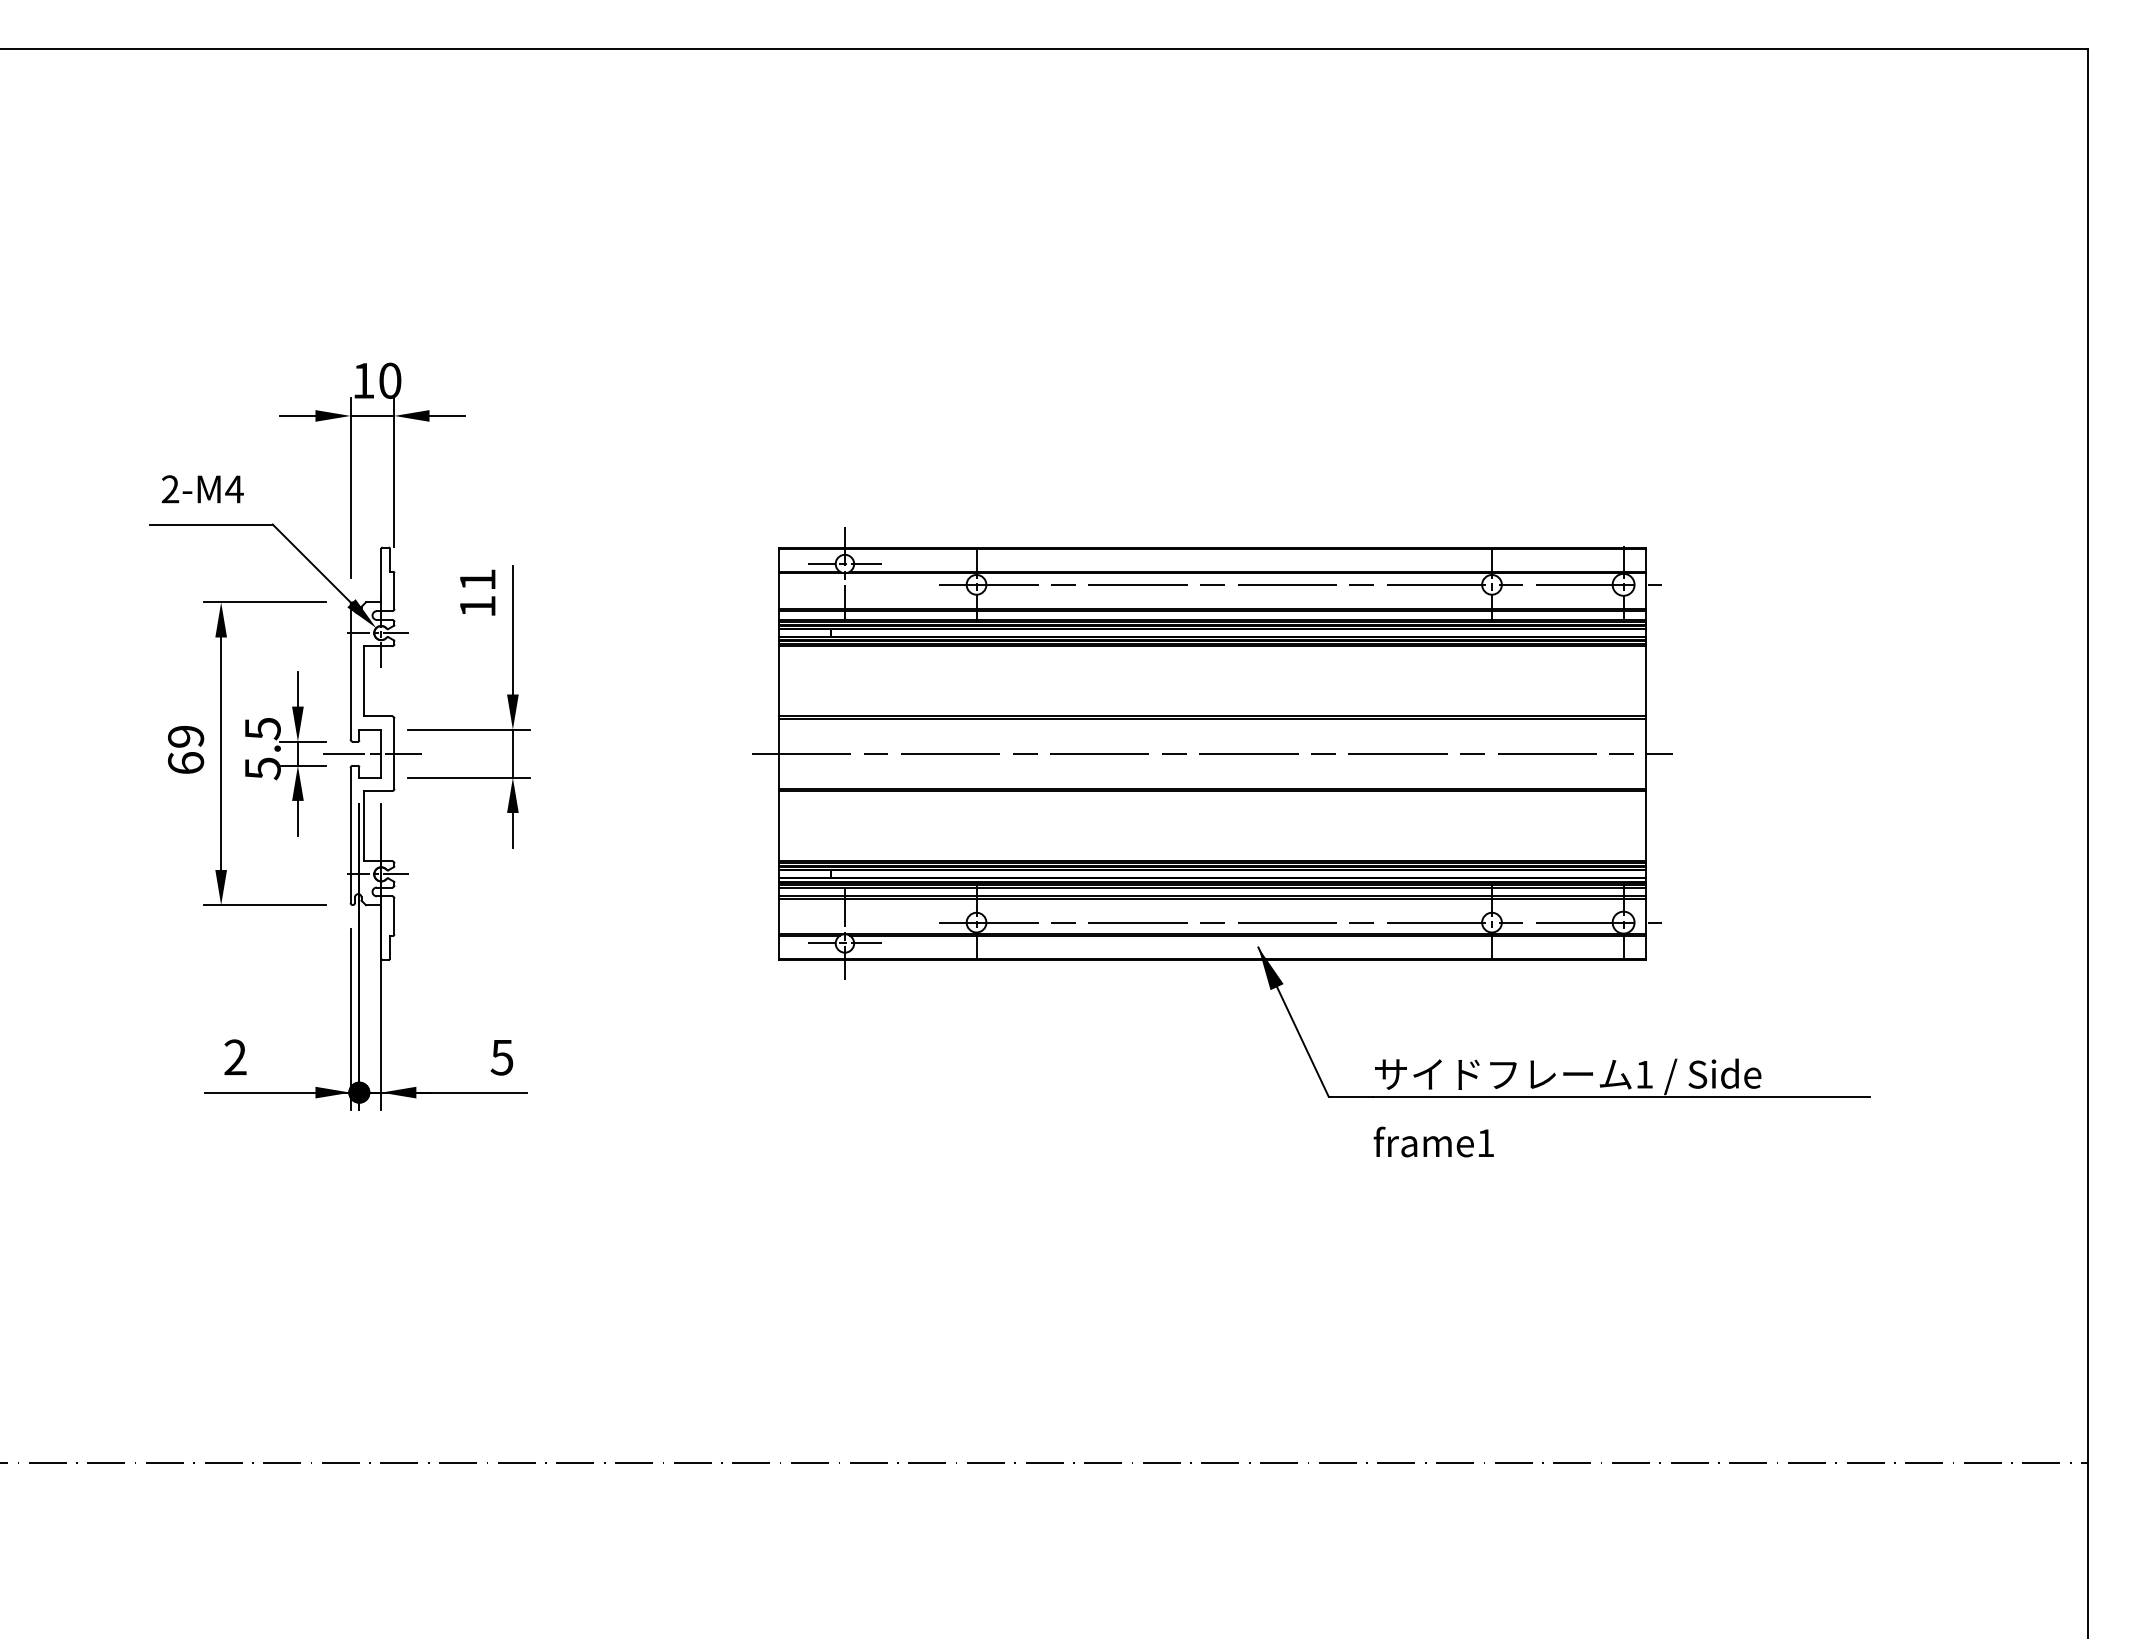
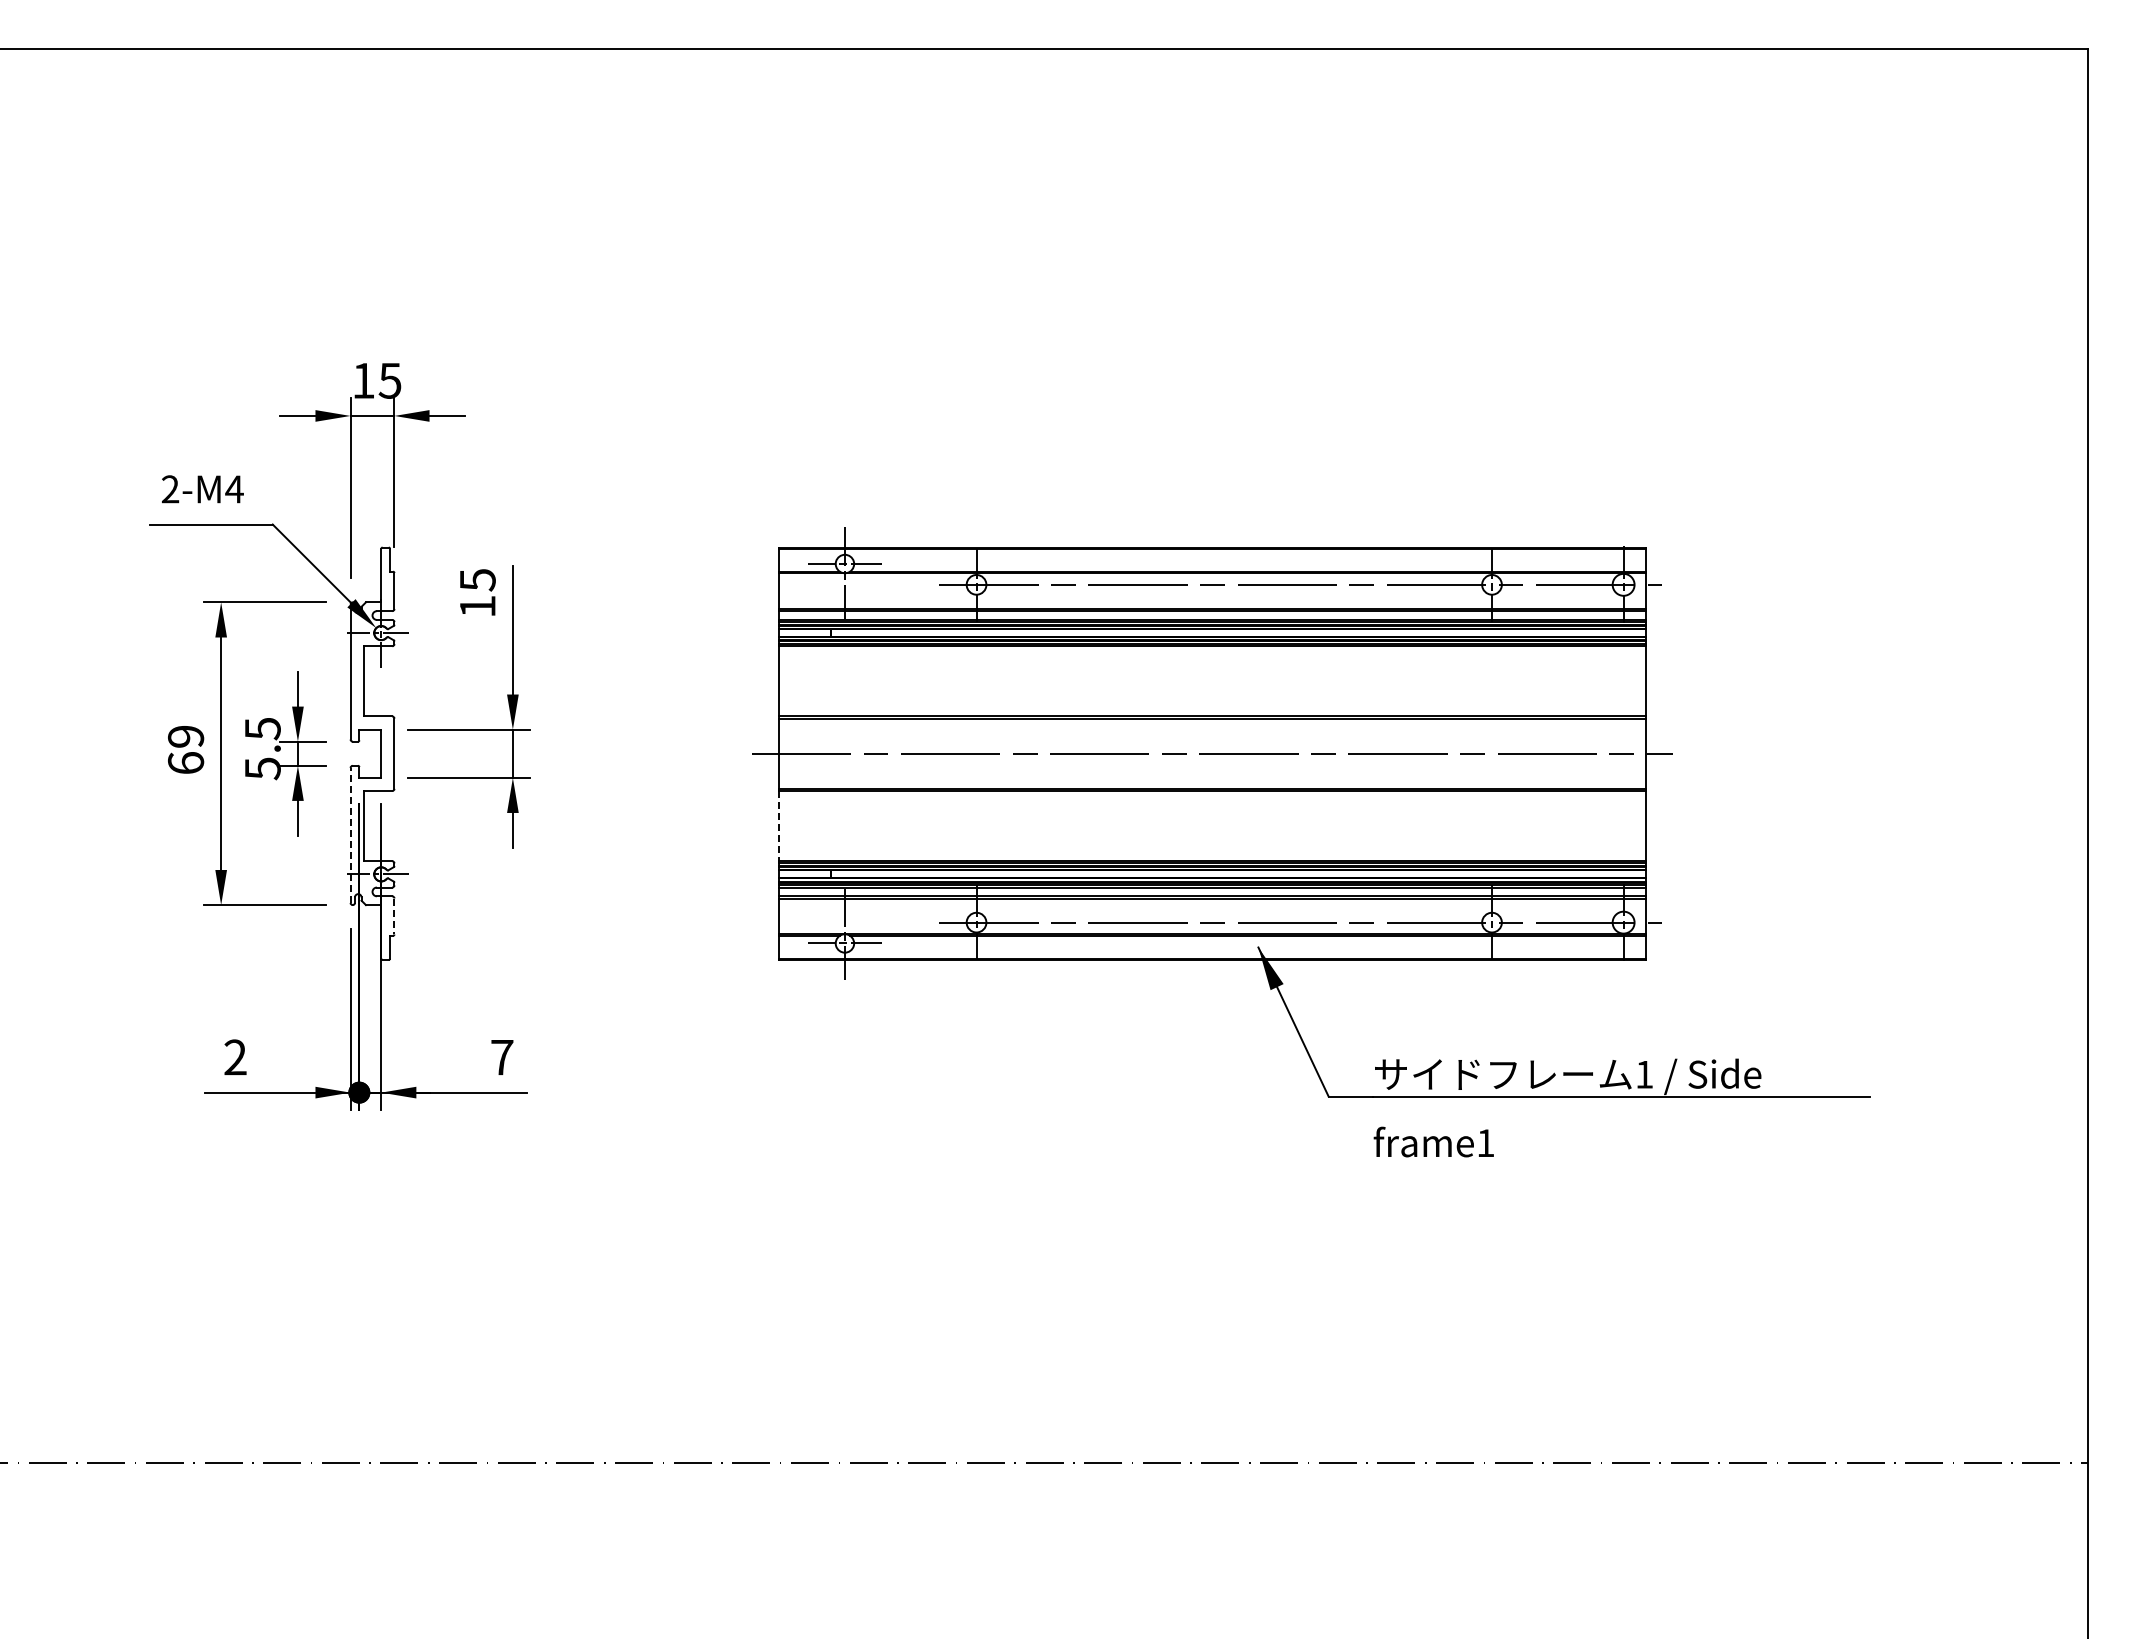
text at (389, 380): 10 -> 15
text at (477, 580): 11 -> 15
line at (372, 753): present -> none
line at (779, 826): solid -> dashed
line at (350, 834): solid -> dashed
line at (394, 916): solid -> dashed
text at (501, 1057): 5 -> 7
